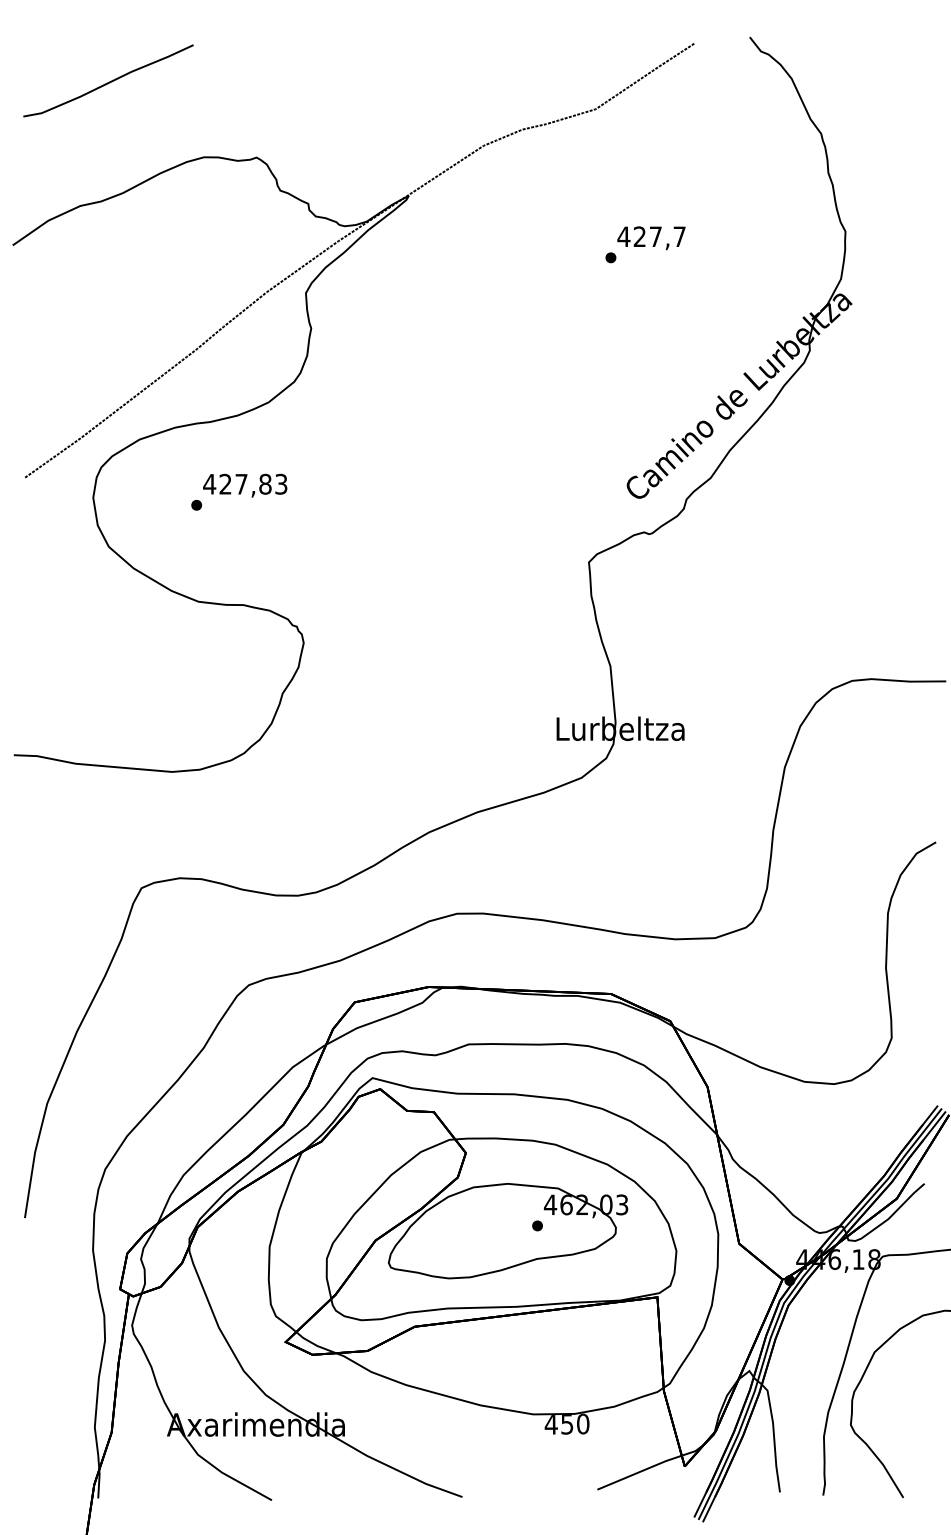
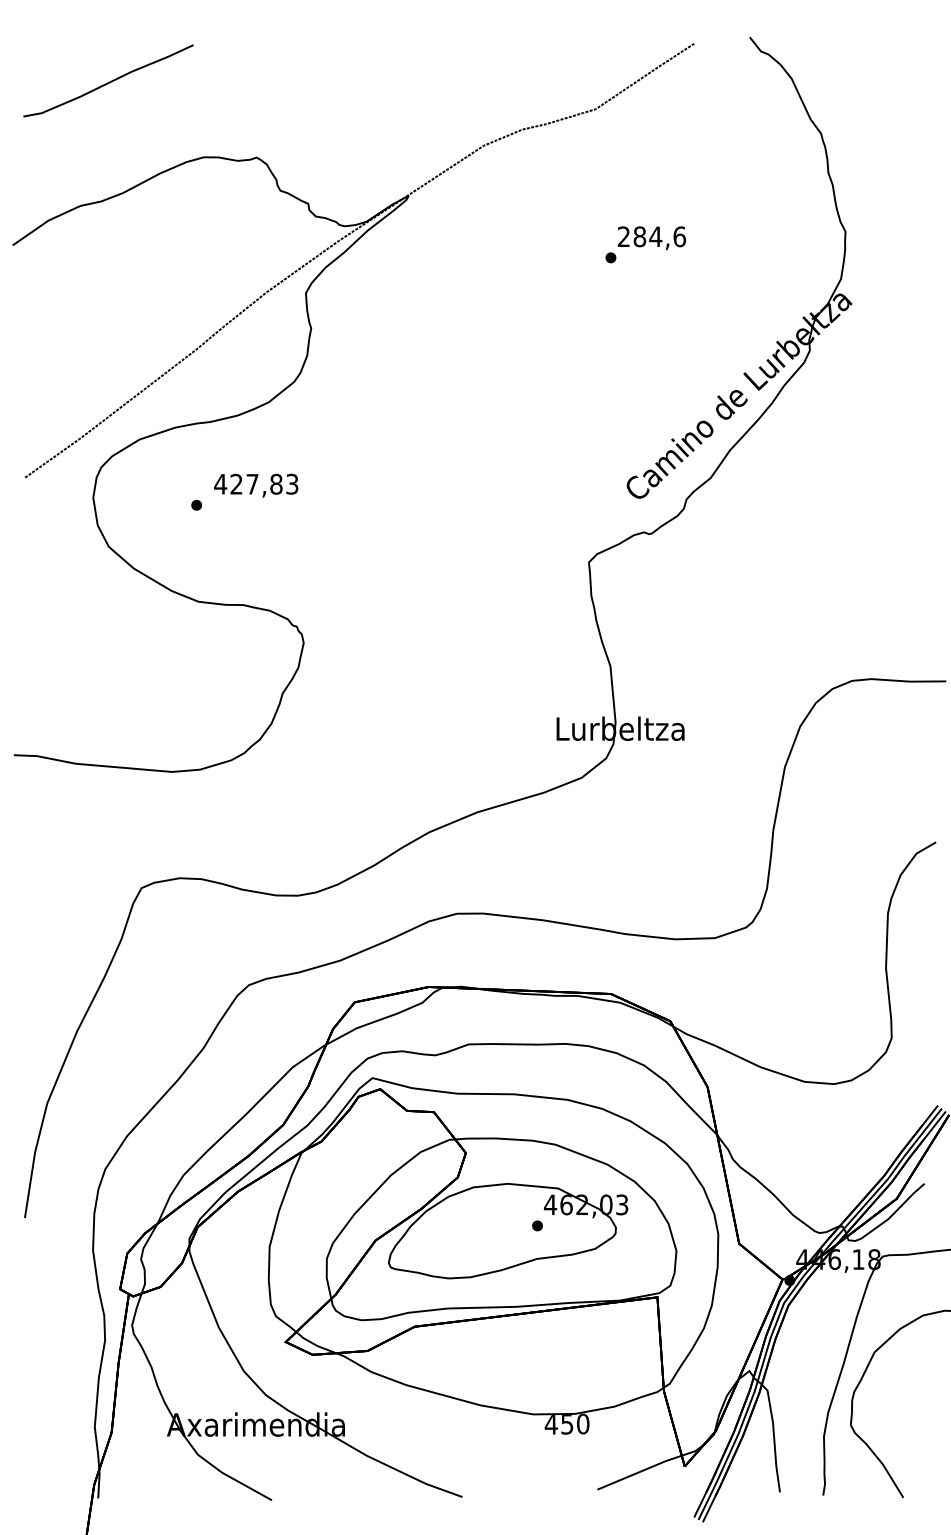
text at (651, 236): 427,7 -> 284,6
text at (245, 485) position: (245, 485) -> (256, 485)
